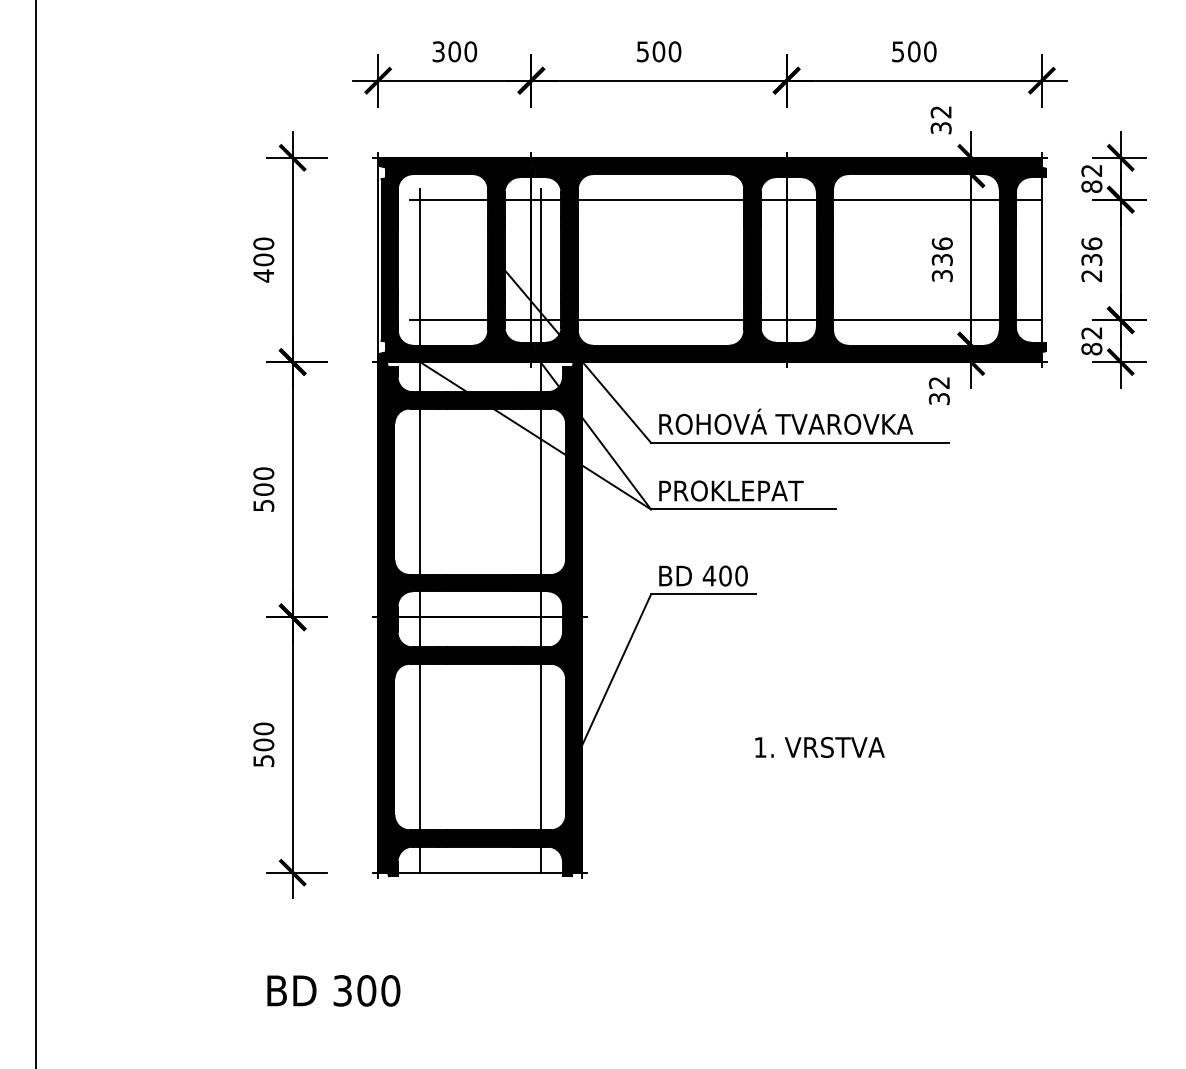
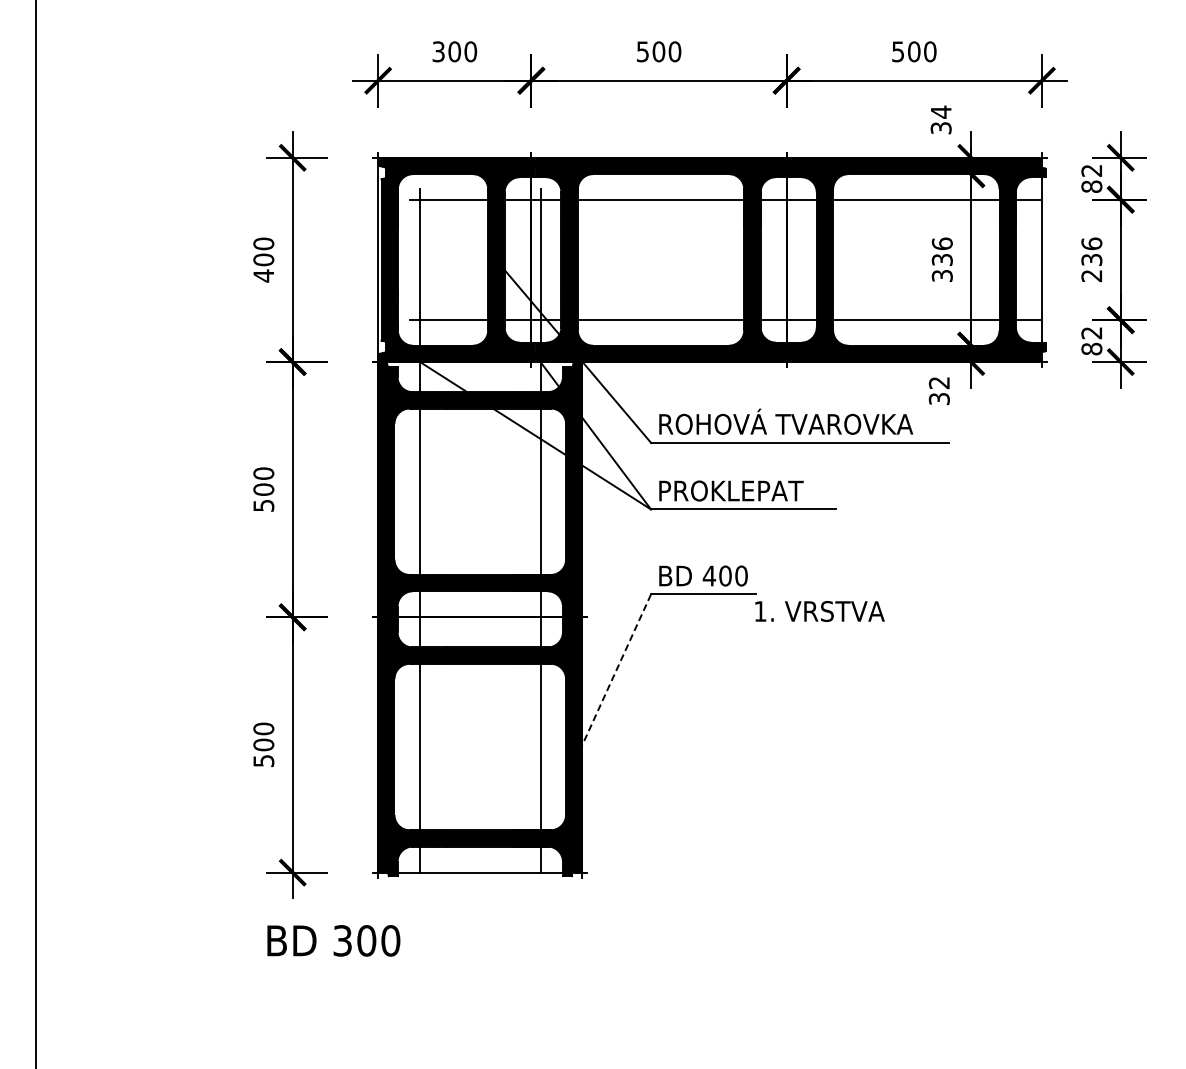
text at (940, 111): 32 -> 34
line at (616, 669): solid -> dashed
text at (819, 747) position: (819, 747) -> (819, 611)
text at (333, 990) position: (333, 990) -> (333, 940)
